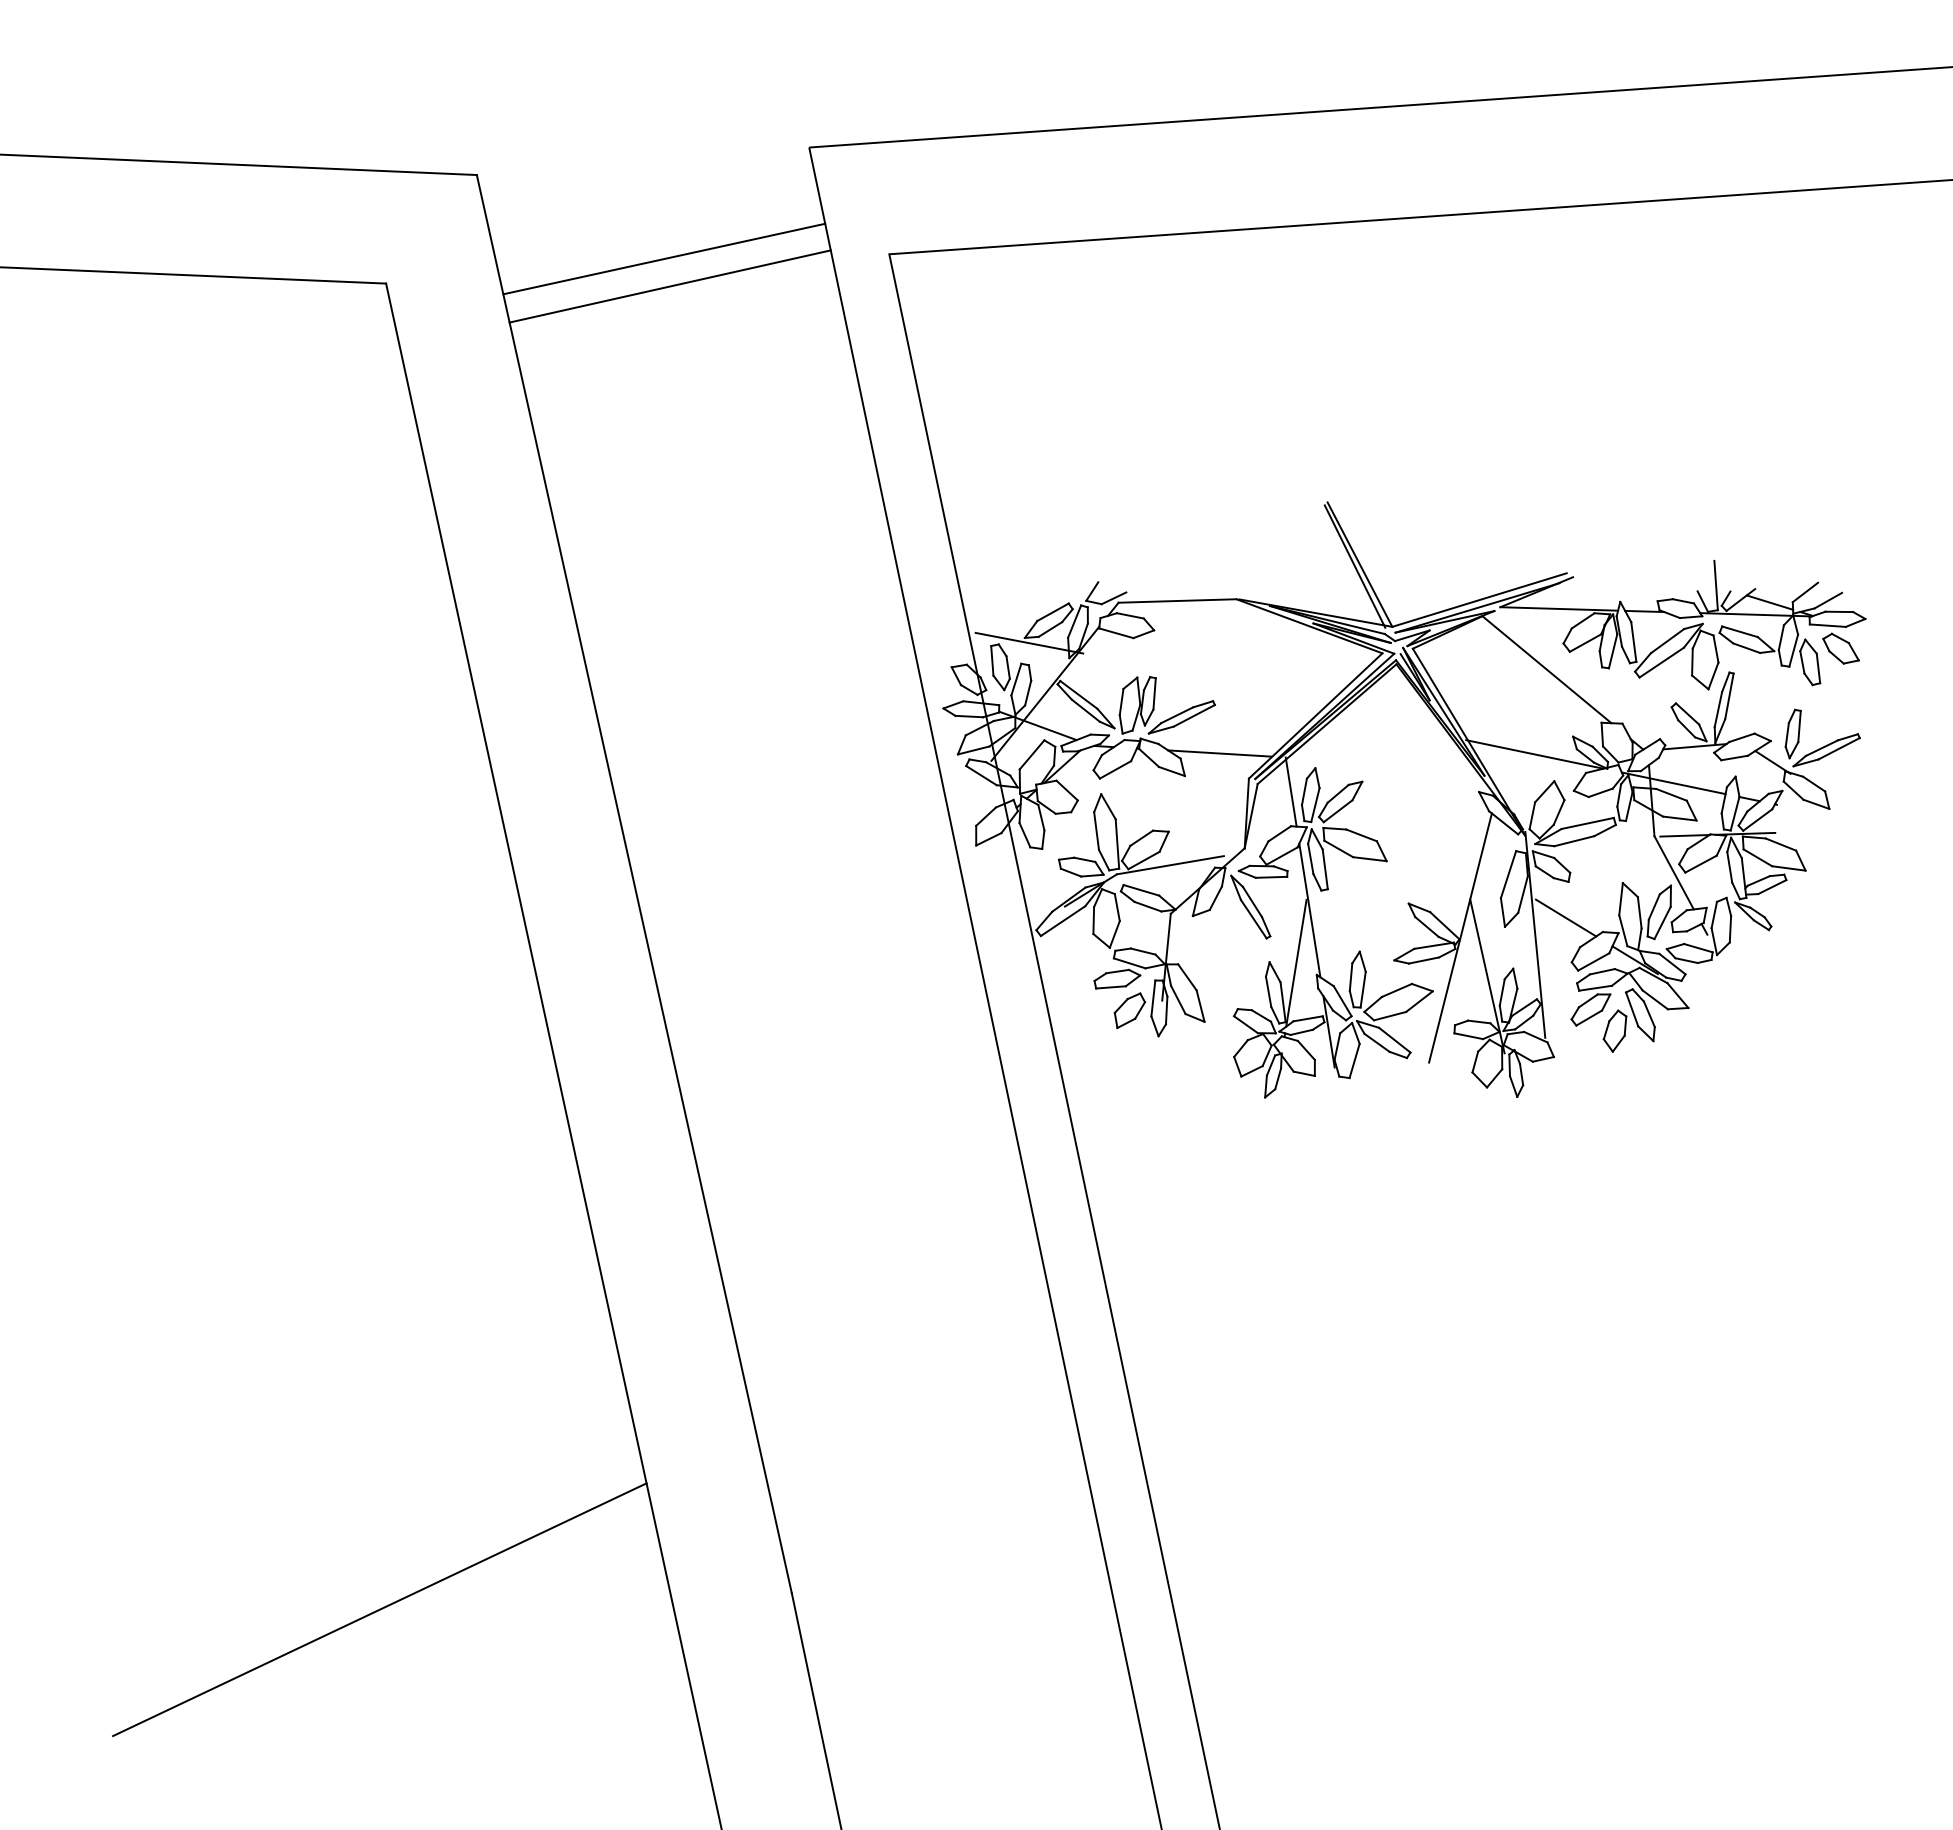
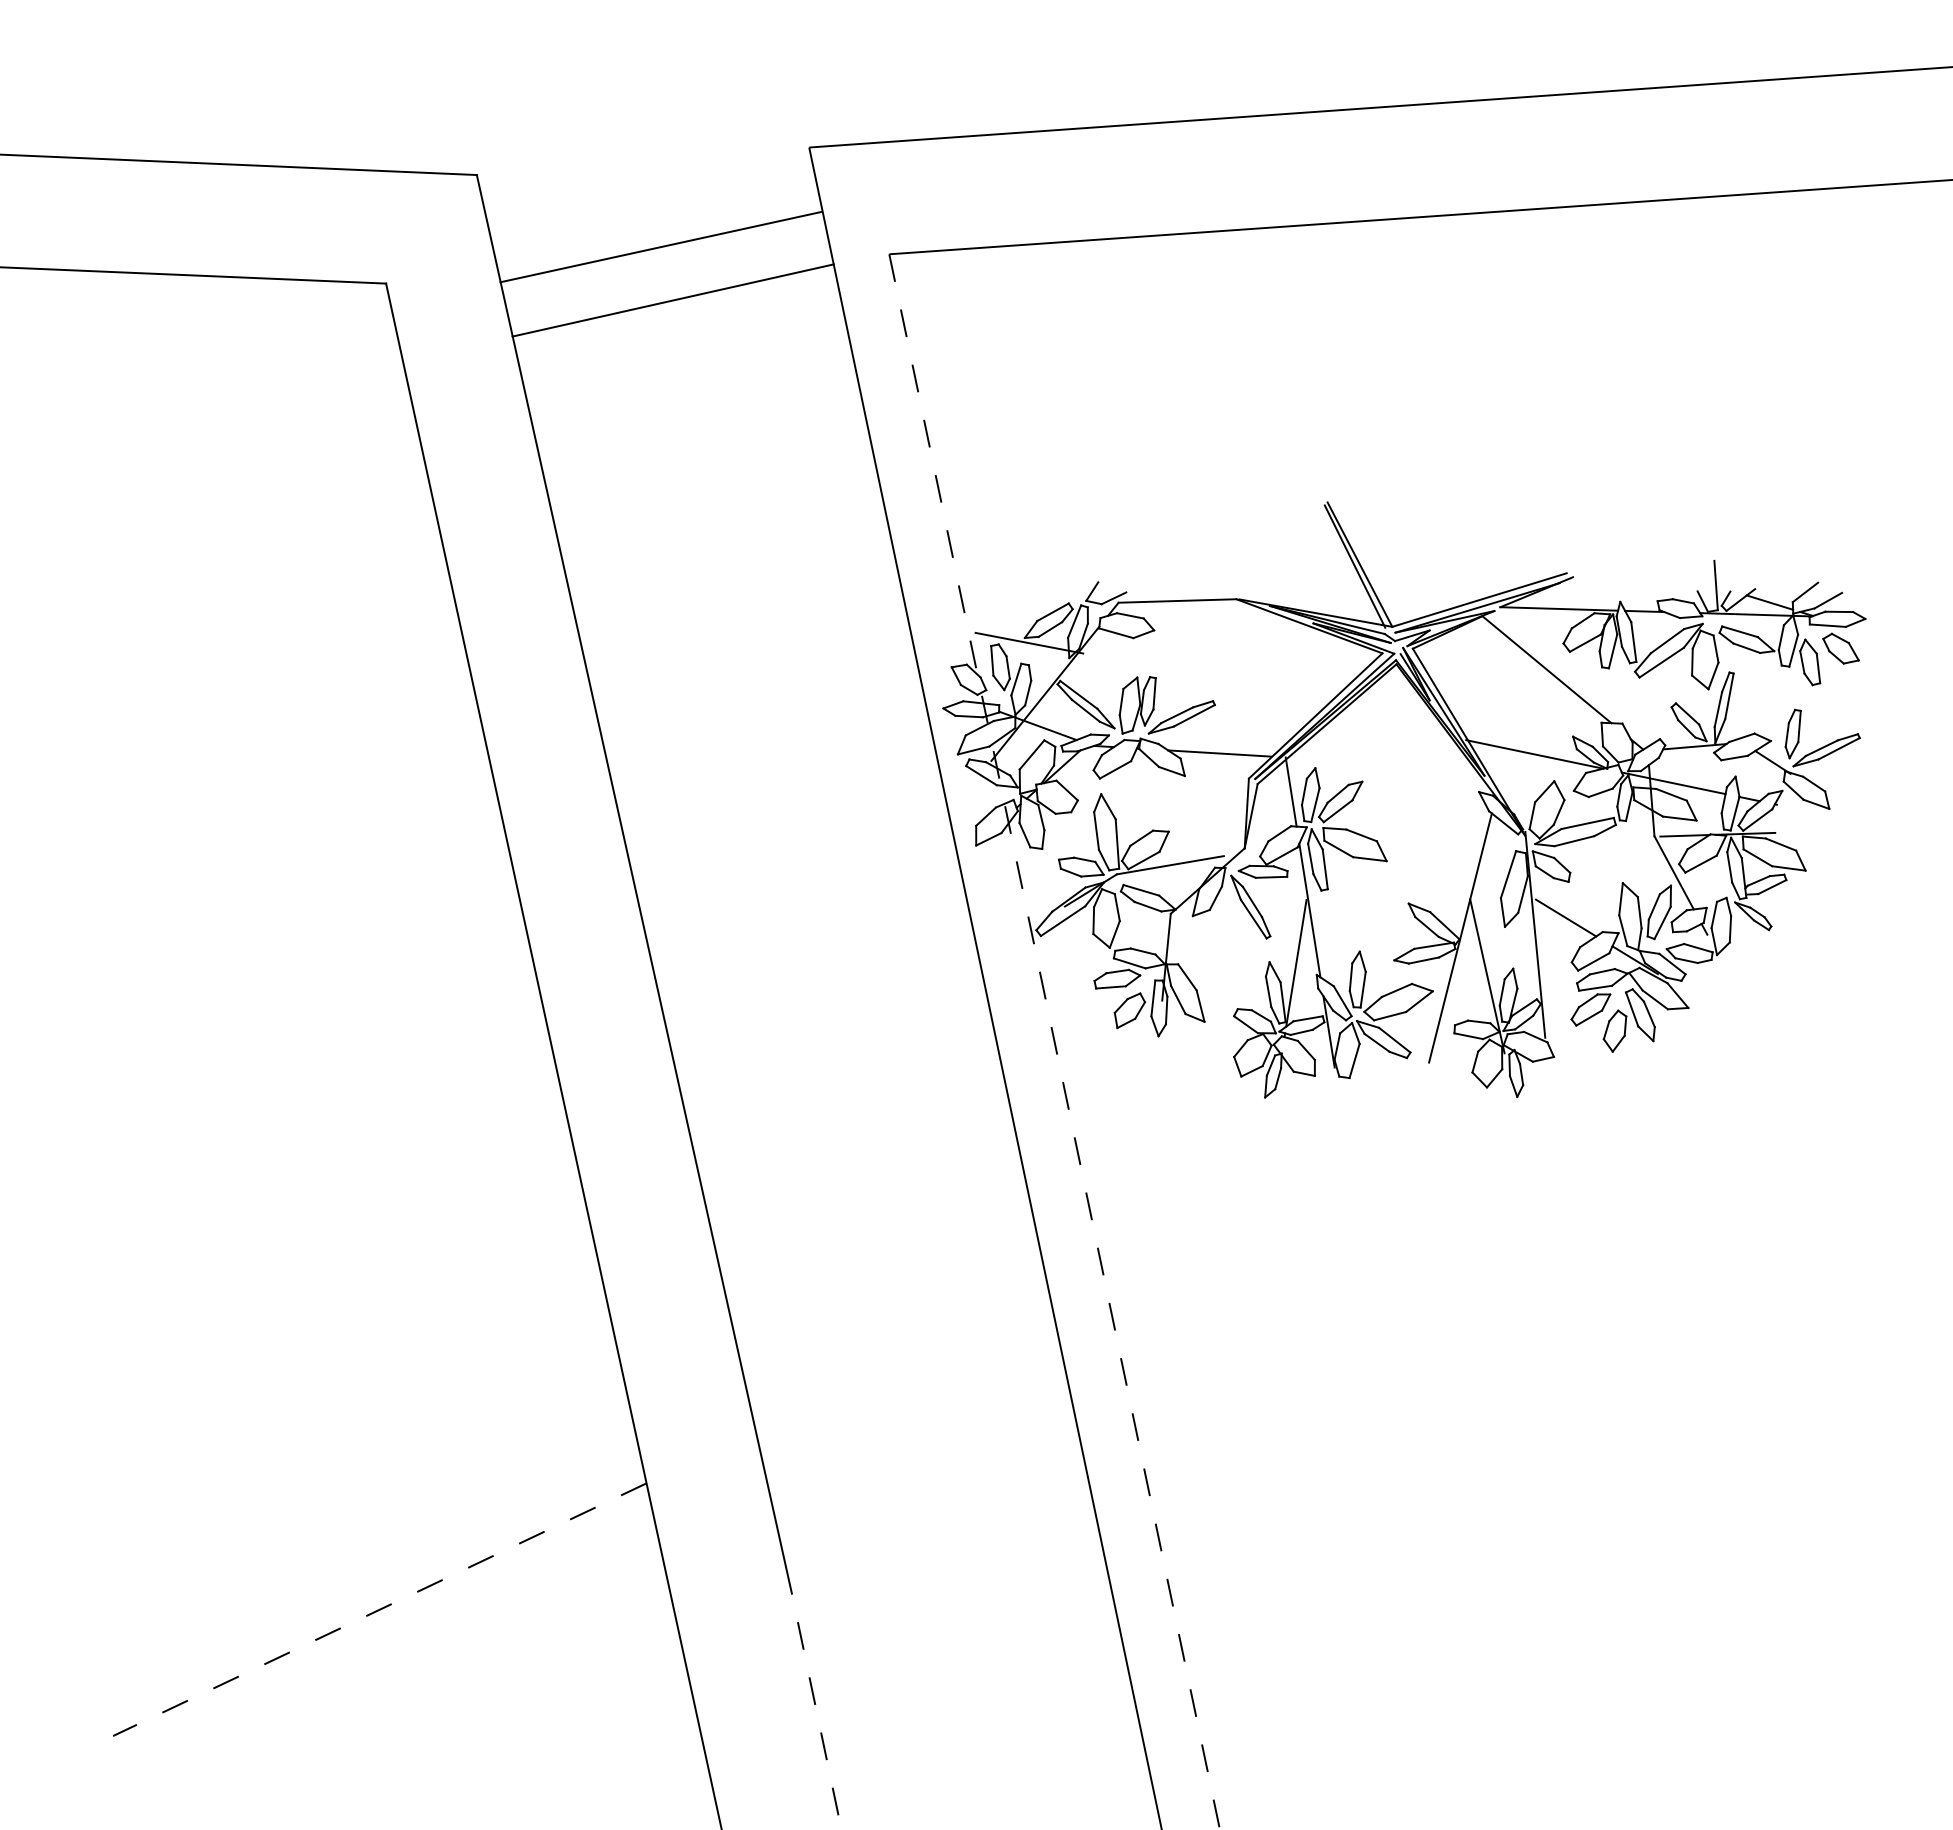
line at (664, 258) position: (664, 258) -> (661, 246)
line at (669, 286) position: (669, 286) -> (672, 300)
line at (1054, 1042): solid -> dashed
line at (379, 1609): solid -> dashed
line at (816, 1710): solid -> dashed
